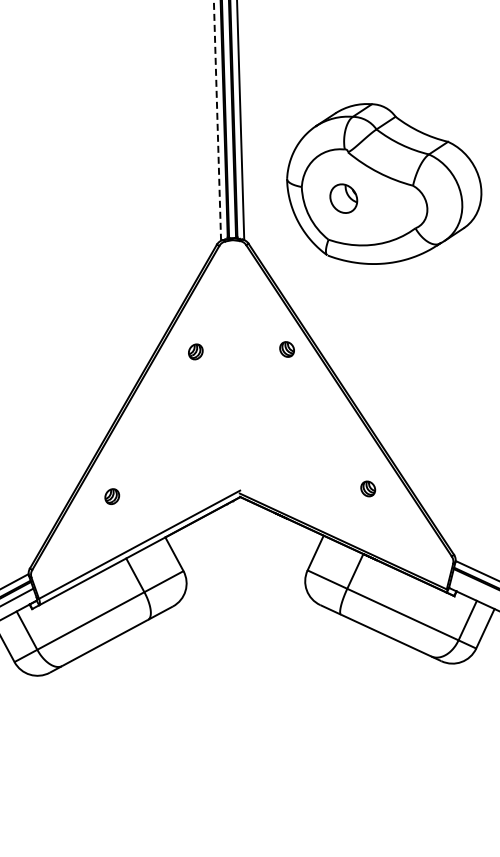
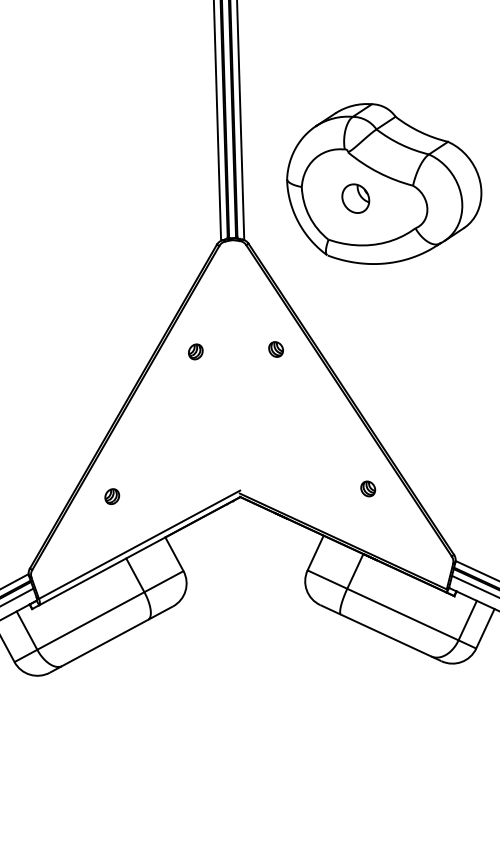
line at (217, 120): dashed -> solid
part at (343, 198) position: (343, 198) -> (355, 198)
part at (286, 349) position: (286, 349) -> (275, 349)
line at (474, 585): none -> present
